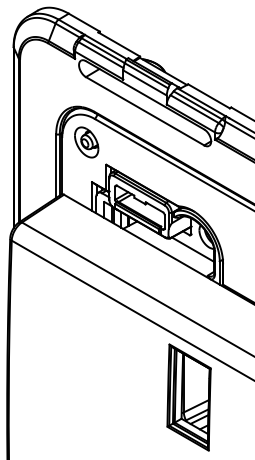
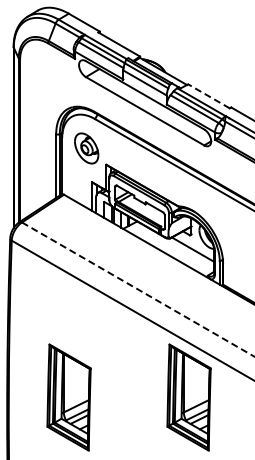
line at (208, 96): solid -> dashed
part at (86, 142) position: (86, 142) -> (86, 148)
line at (138, 289): solid -> dashed
part at (68, 397): none -> present
